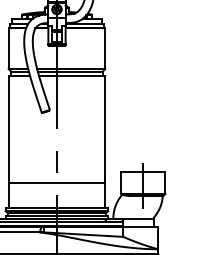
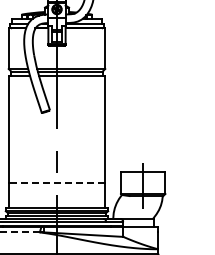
line at (56, 182): solid -> dashed
line at (19, 232): solid -> dashed
